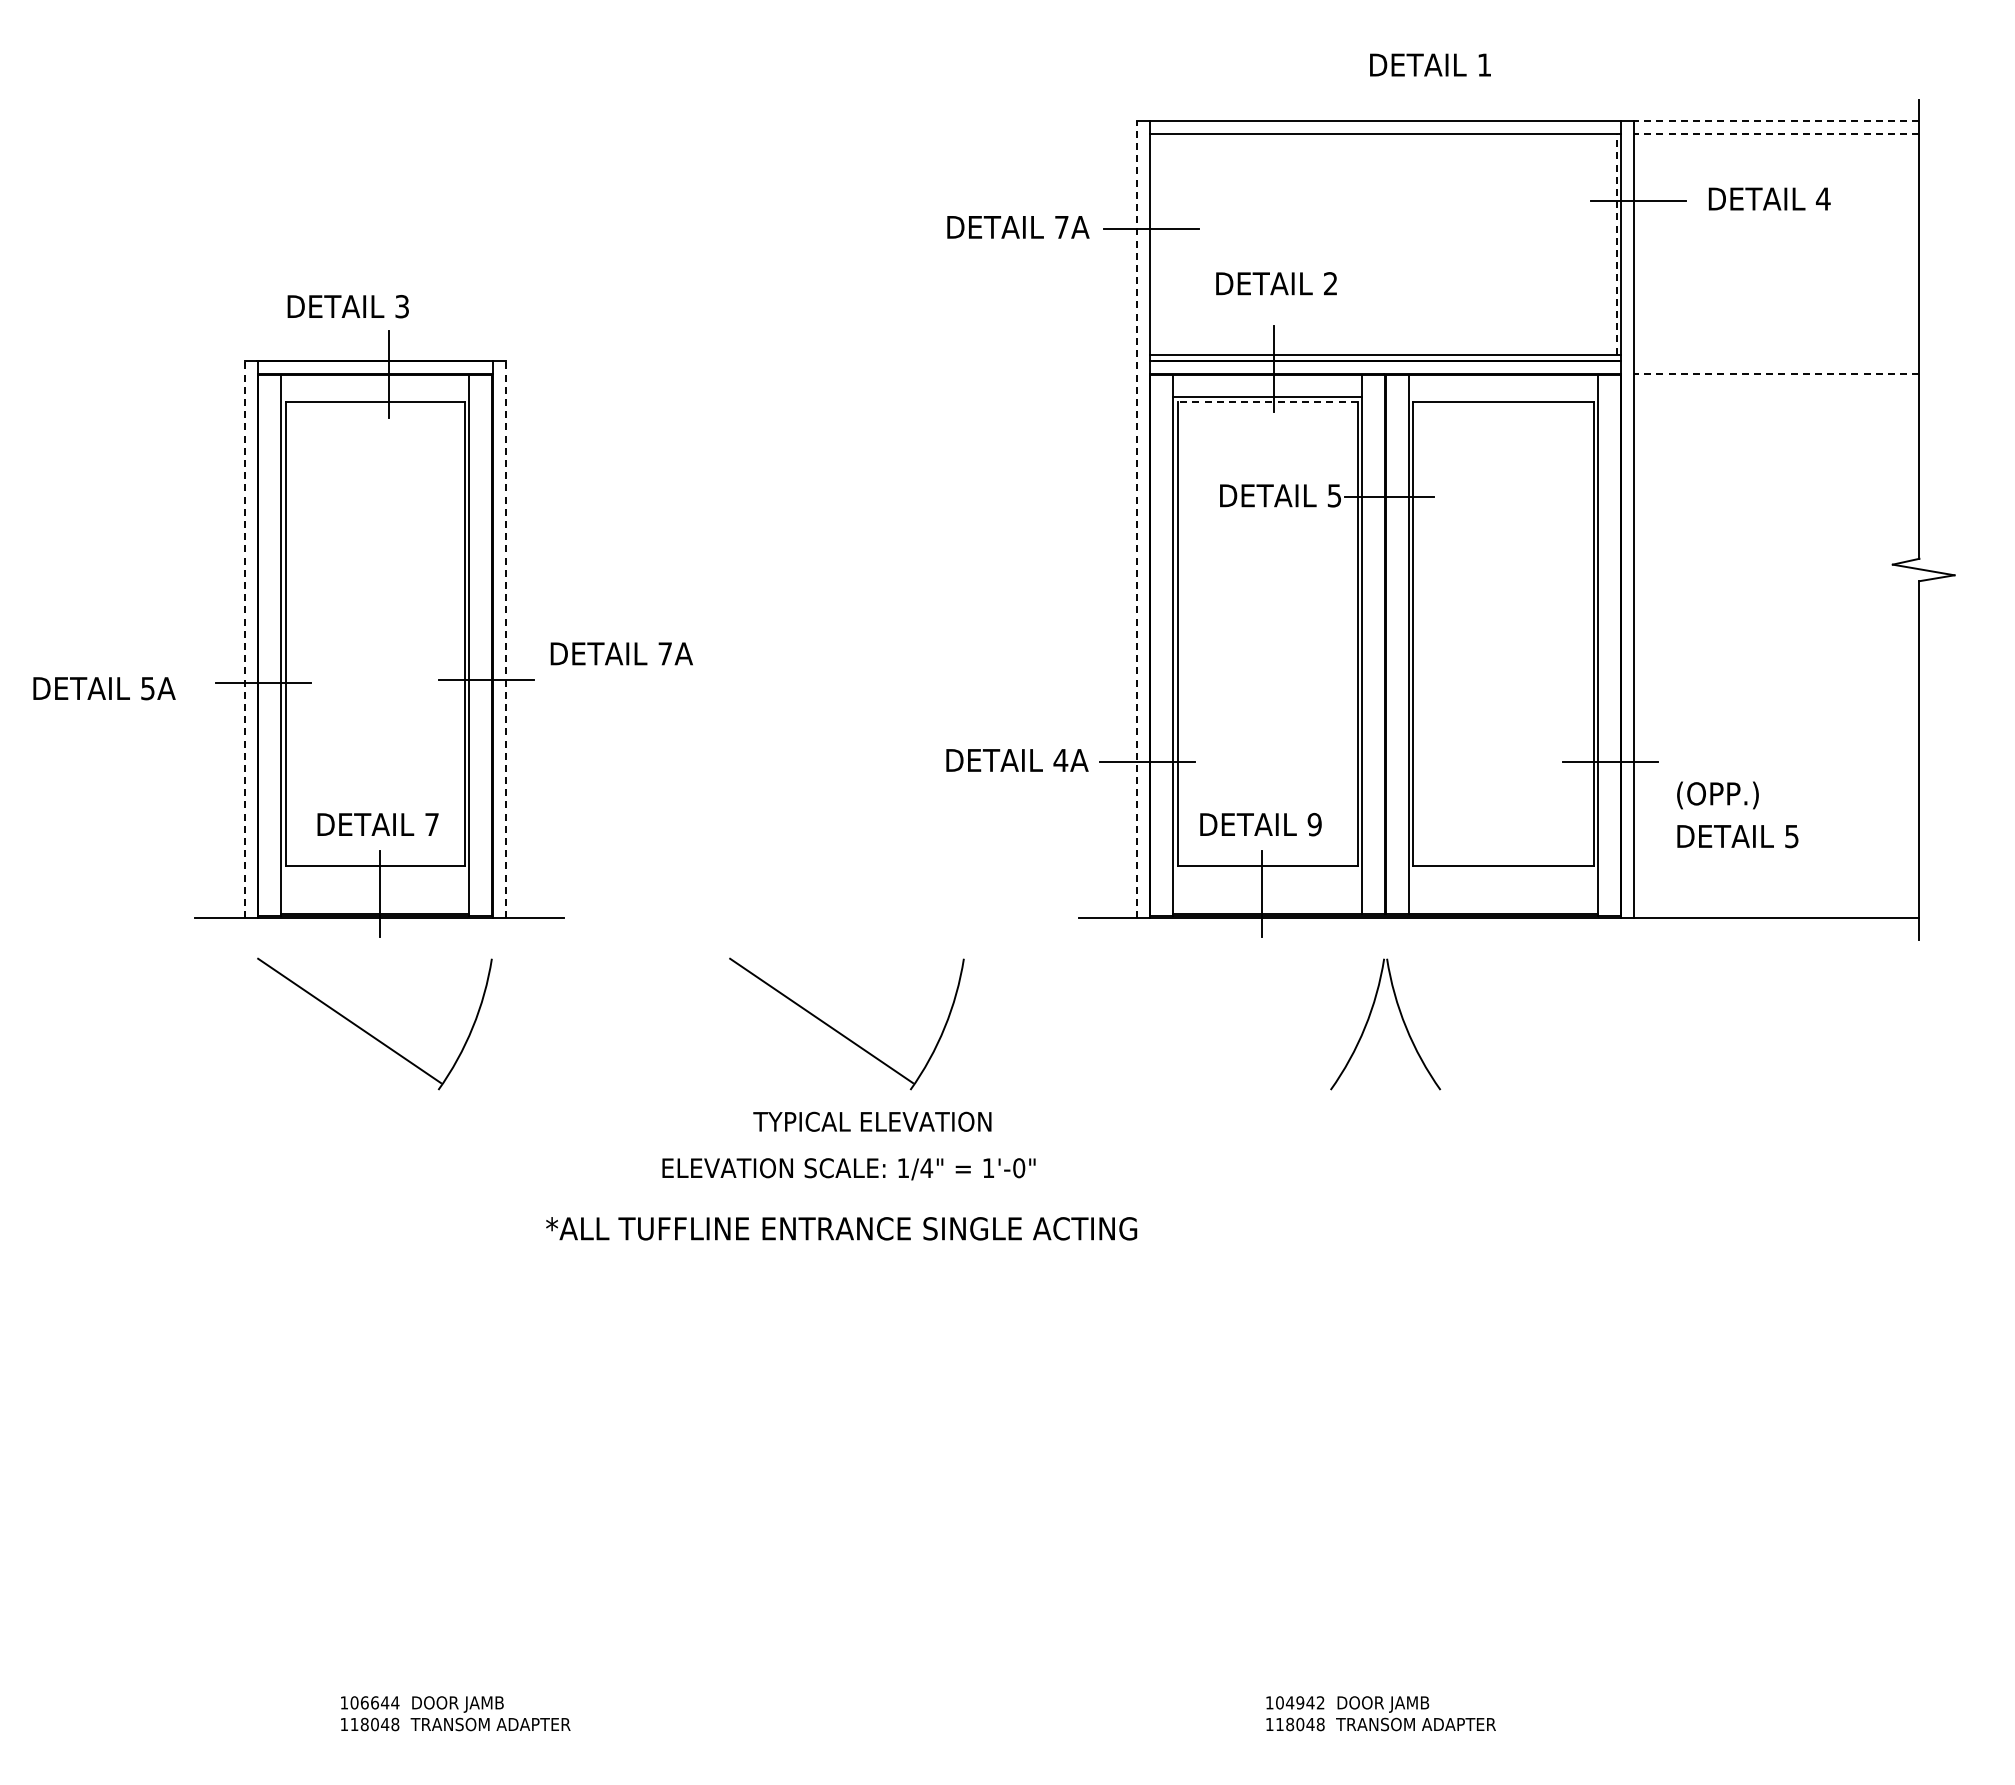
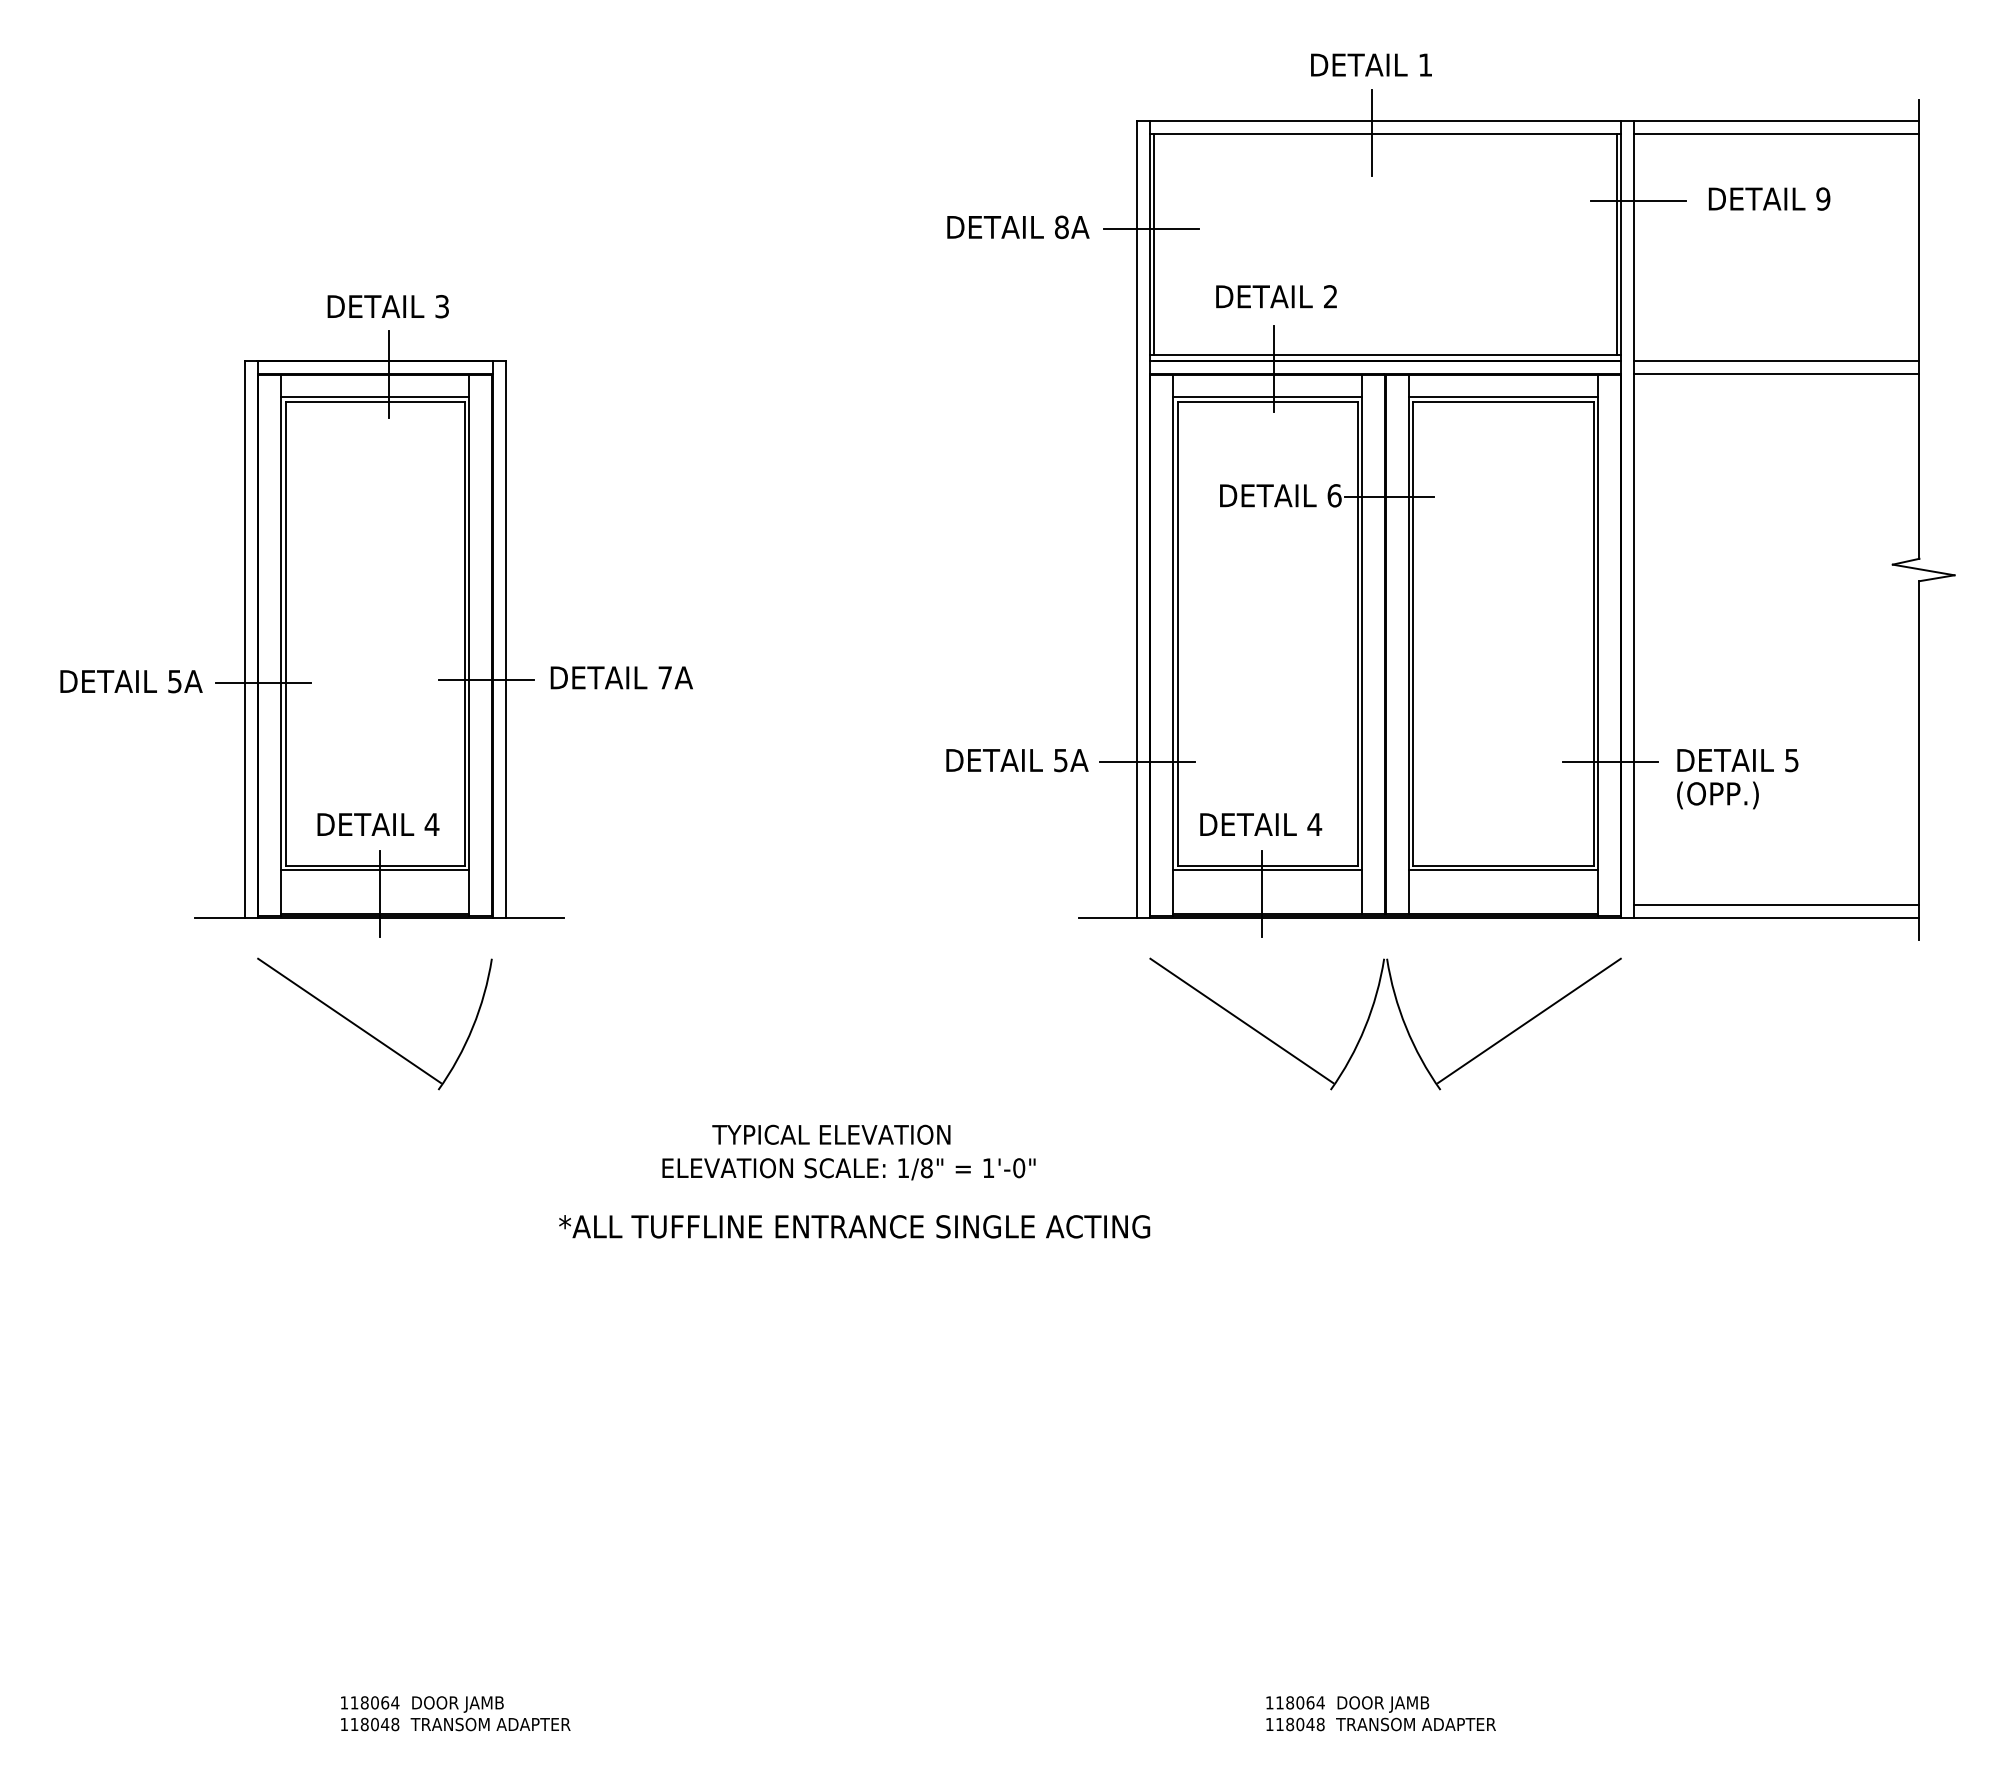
text at (1430, 64) position: (1430, 64) -> (1371, 64)
line at (1776, 121): dashed -> solid
line at (1372, 132): none -> present
line at (1776, 134): dashed -> solid
text at (1822, 198): 4 -> 9
text at (1061, 227): 7A -> 8A
line at (1616, 243): dashed -> solid
line at (1154, 244): none -> present
text at (1276, 283) position: (1276, 283) -> (1276, 296)
text at (347, 306) position: (347, 306) -> (387, 306)
line at (1776, 361): none -> present
line at (1776, 374): dashed -> solid
line at (375, 397): none -> present
line at (1503, 397): none -> present
line at (1267, 401): dashed -> solid
text at (1334, 495): 5 -> 6
line at (1136, 519): dashed -> solid
line at (244, 639): dashed -> solid
line at (505, 639): dashed -> solid
text at (621, 653) position: (621, 653) -> (621, 677)
text at (104, 688) position: (104, 688) -> (131, 681)
text at (1060, 760): 4A -> 5A
text at (431, 824): 7 -> 4
text at (1314, 824): 9 -> 4
text at (1737, 836) position: (1737, 836) -> (1737, 760)
line at (375, 870): none -> present
line at (1267, 870): none -> present
line at (1503, 870): none -> present
line at (1776, 905): none -> present
line at (1241, 1020): none -> present
line at (1528, 1020): none -> present
part at (840, 1032): present -> none
text at (872, 1121) position: (872, 1121) -> (831, 1134)
text at (926, 1168): 1/4" -> 1/8"
text at (841, 1228) position: (841, 1228) -> (854, 1226)
text at (369, 1702): 106644 -> 118064
text at (1300, 1702): 104942 -> 118064
